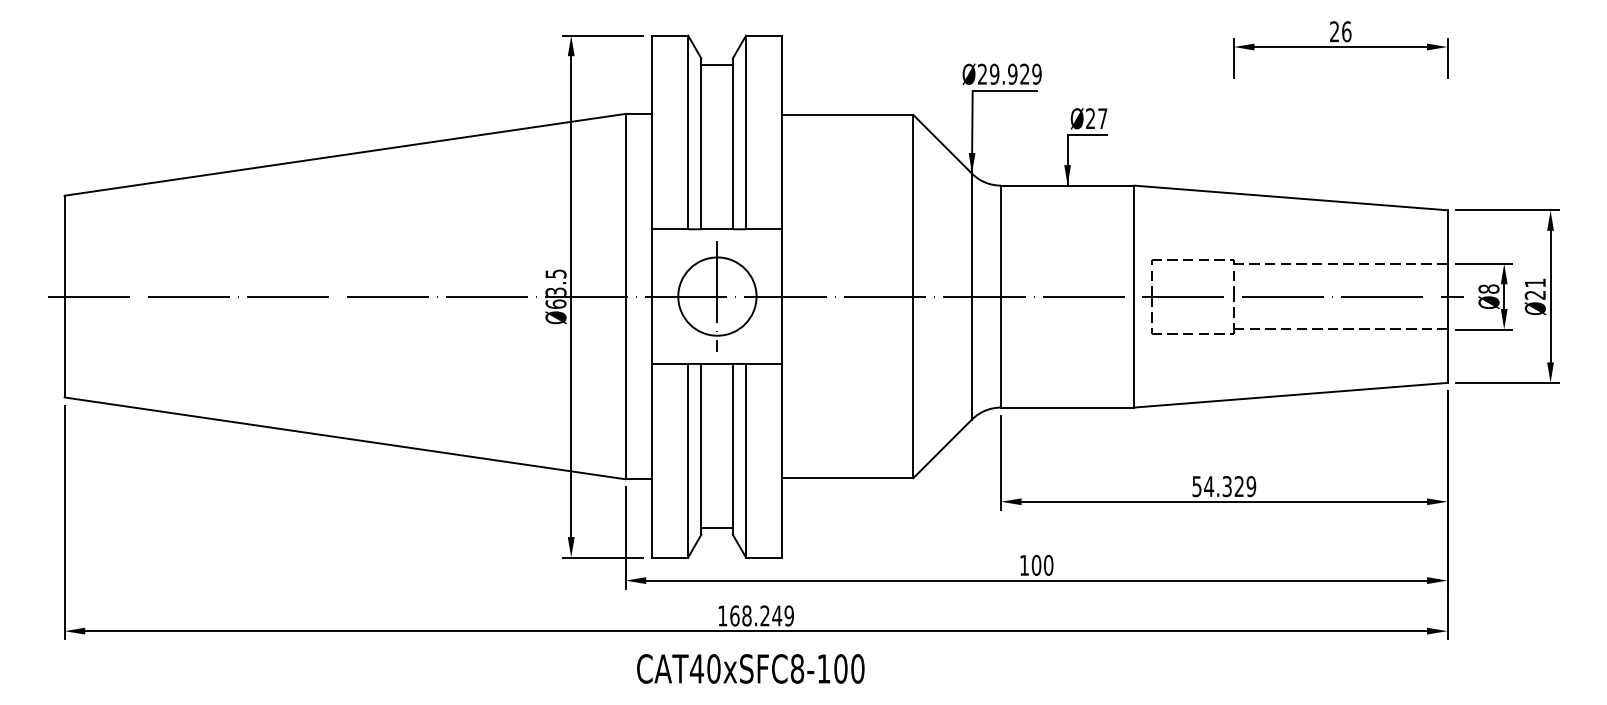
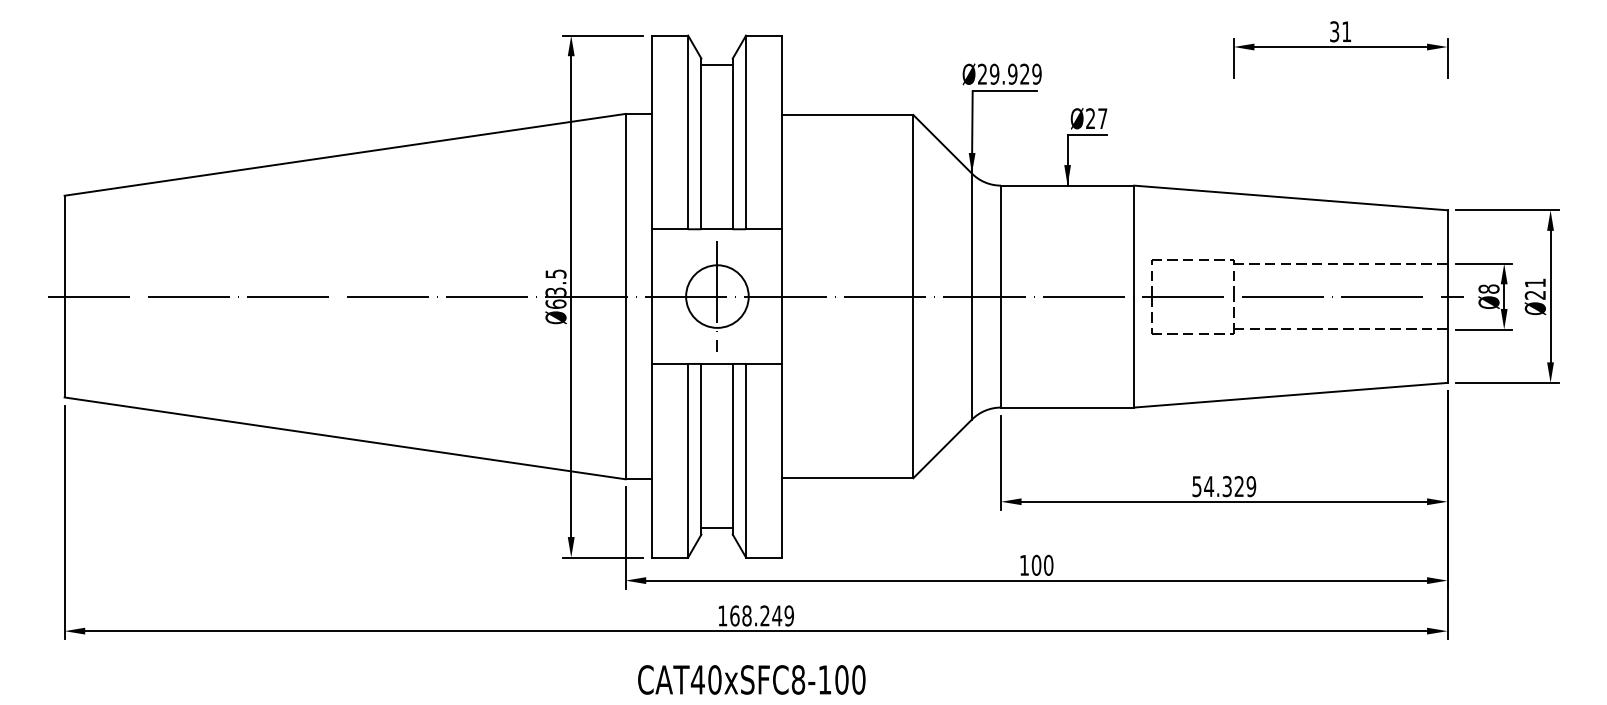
text at (1340, 31): 26 -> 31
circle at (717, 296) diameter: 78 px -> 63 px
text at (750, 668) position: (750, 668) -> (751, 679)
